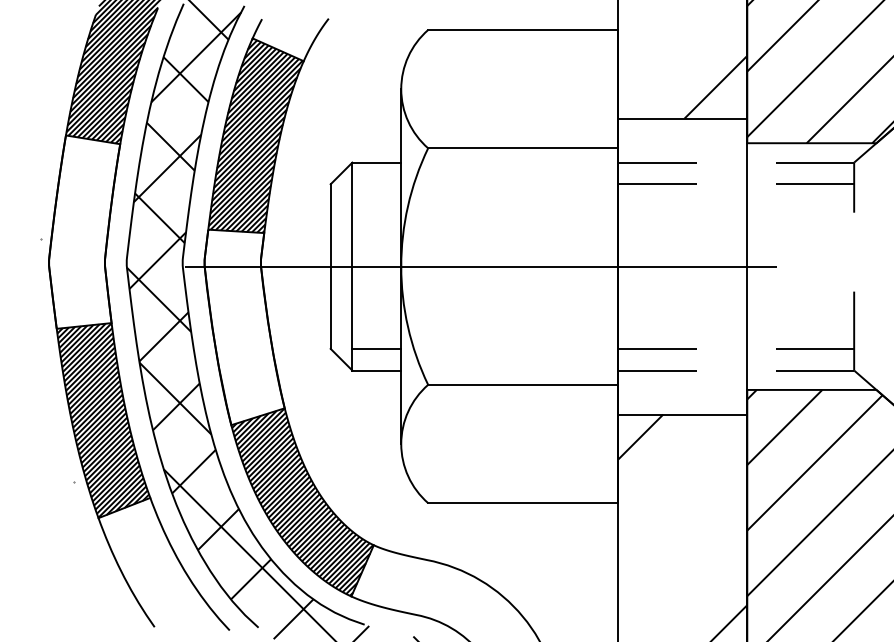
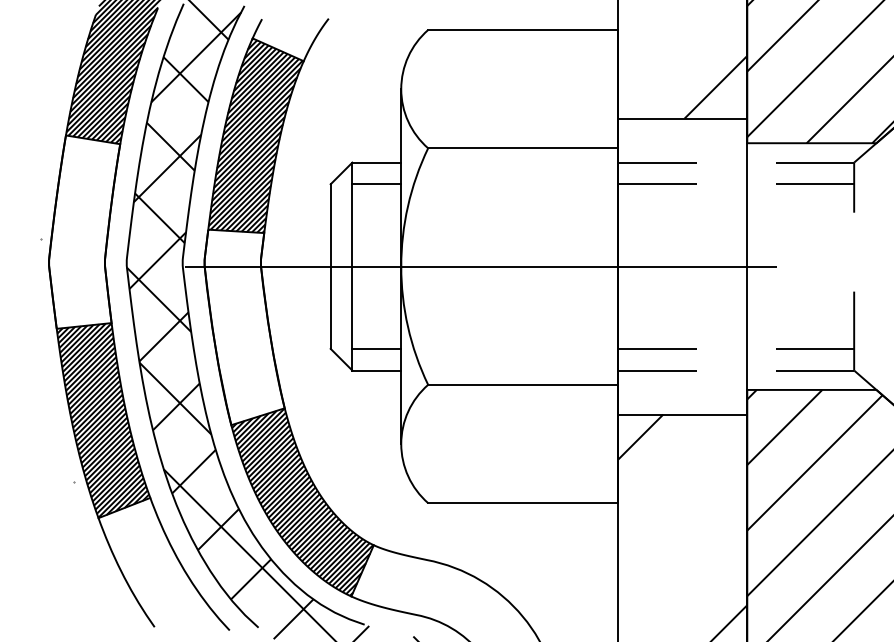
line at (376, 184): none -> present
